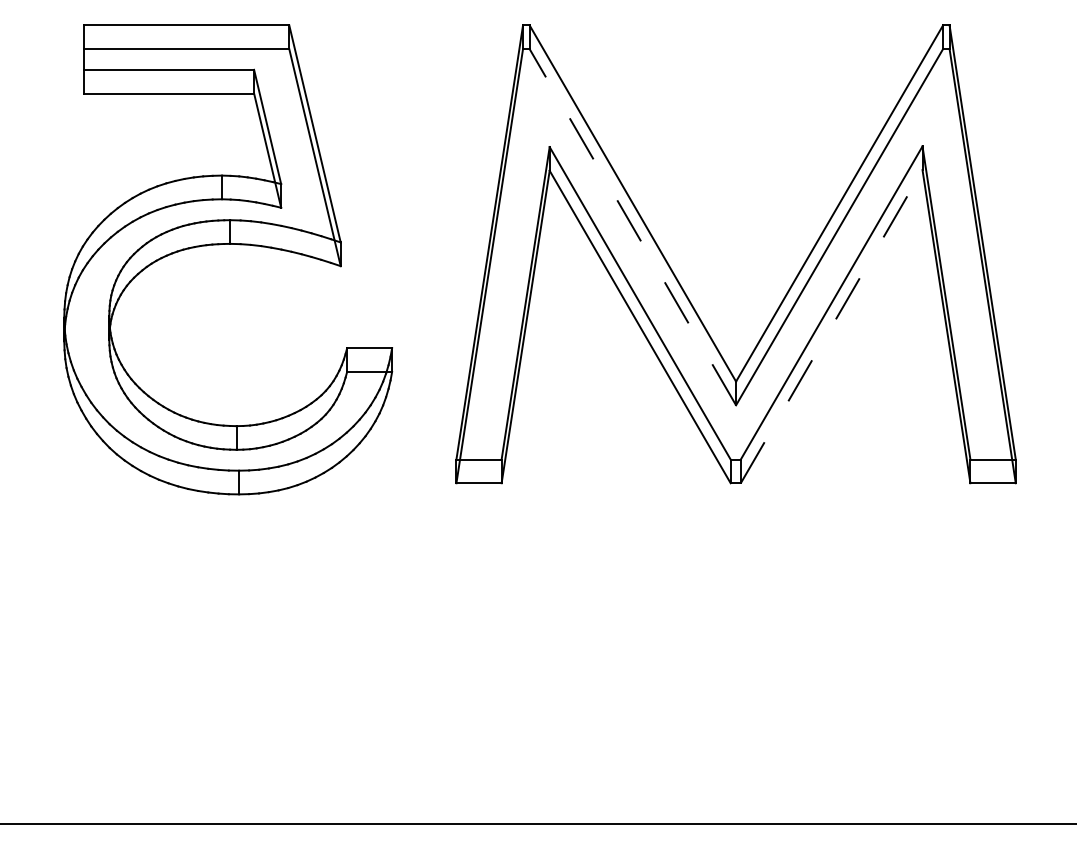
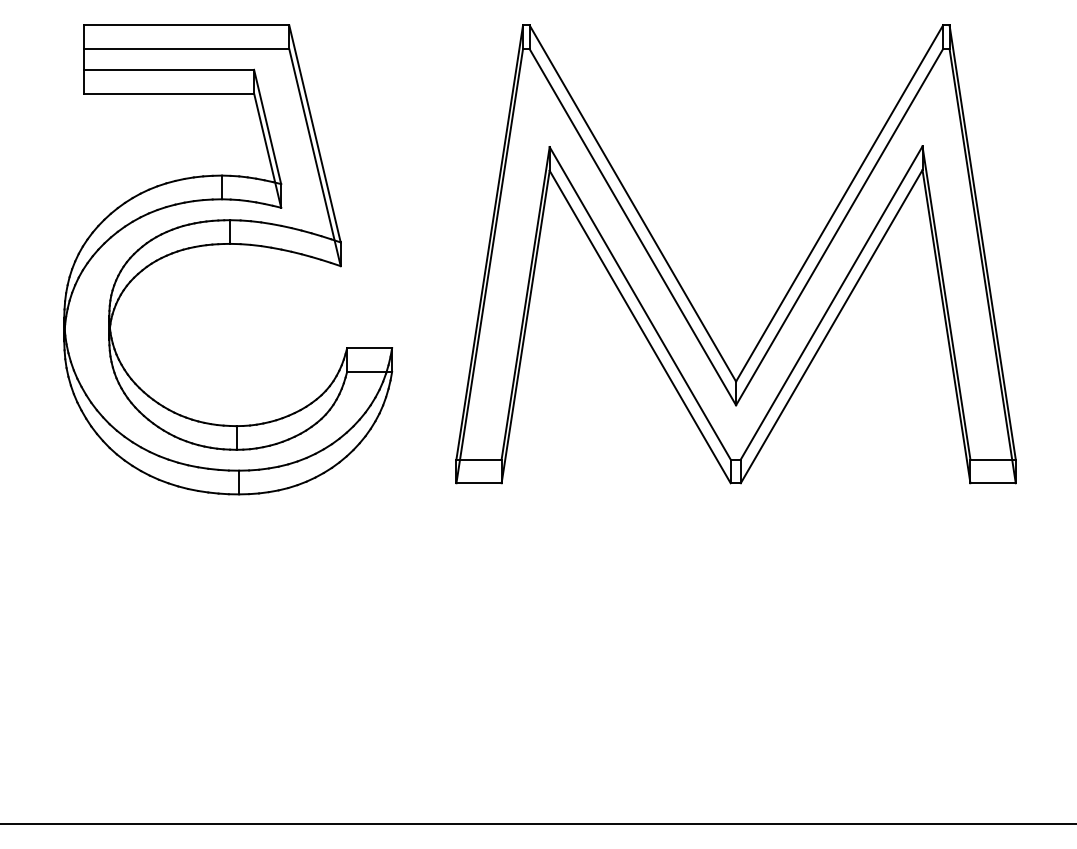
line at (632, 227): dashed -> solid
line at (831, 326): dashed -> solid
